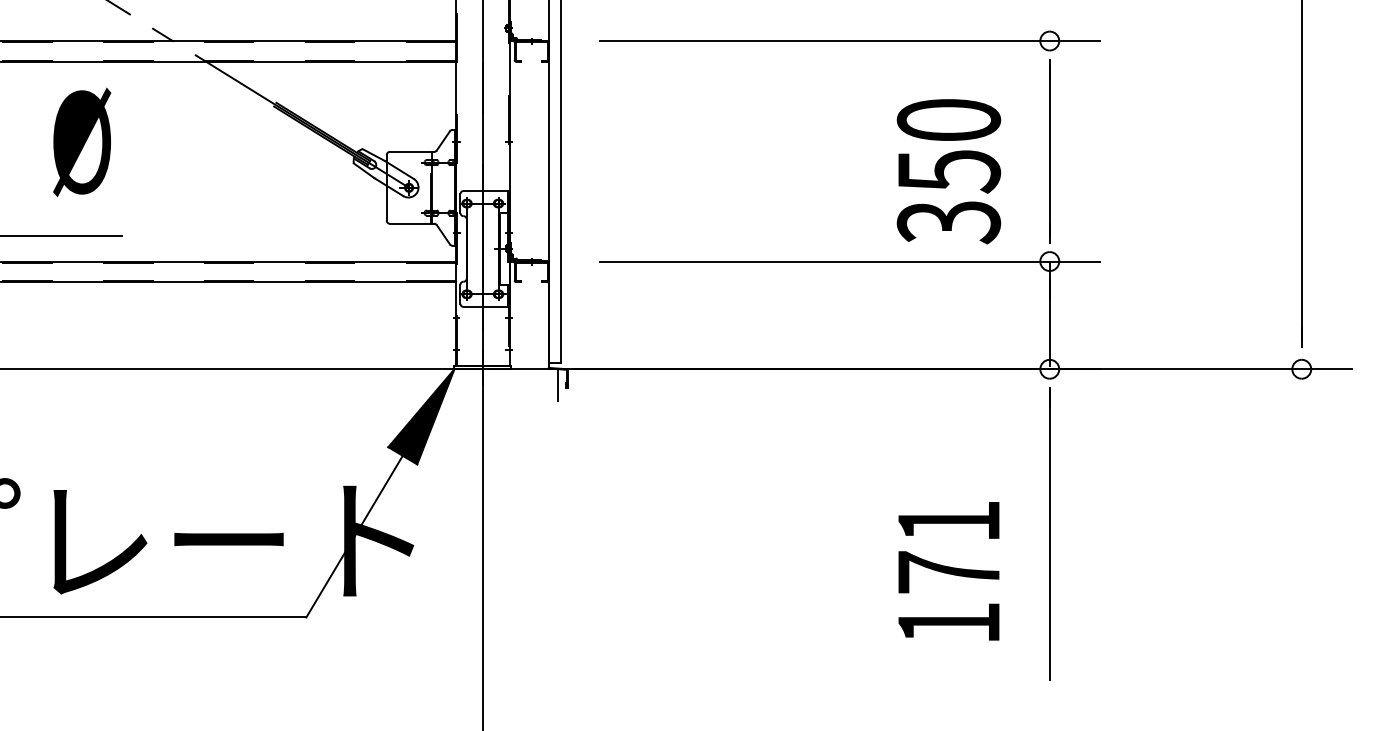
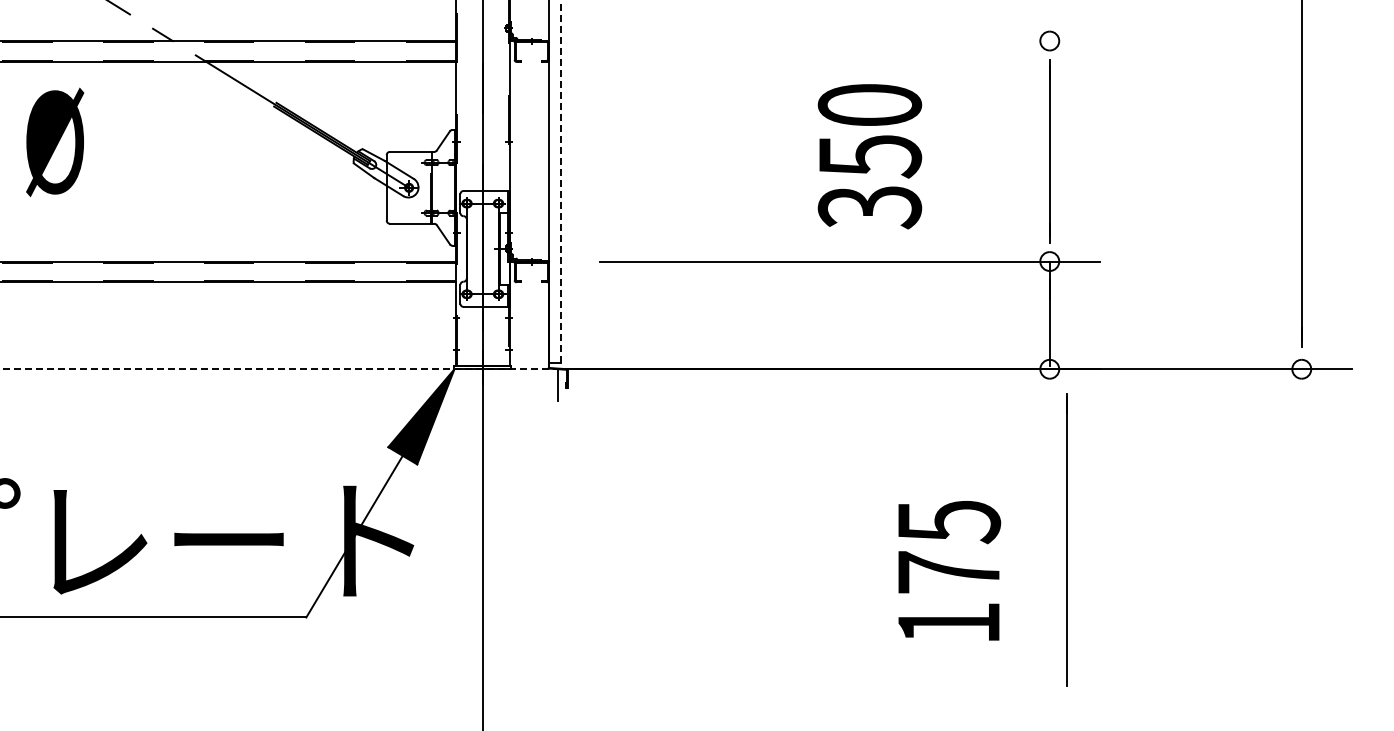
line at (850, 41): present -> none
text at (82, 142) position: (82, 142) -> (55, 142)
text at (948, 171) position: (948, 171) -> (869, 156)
line at (561, 181): solid -> dashed
line at (62, 236): present -> none
line at (279, 369): solid -> dashed
text at (949, 522): 171 -> 175
line at (1049, 533) position: (1049, 533) -> (1066, 539)
